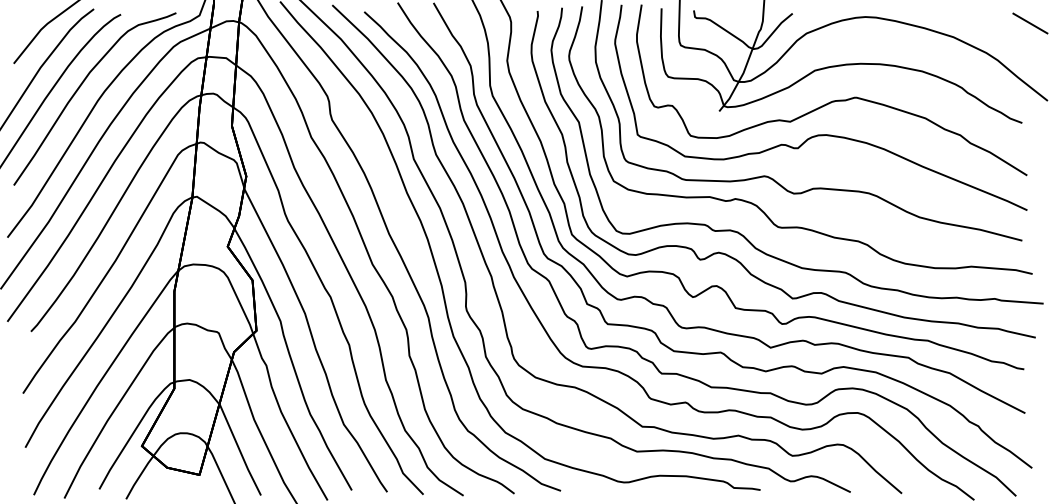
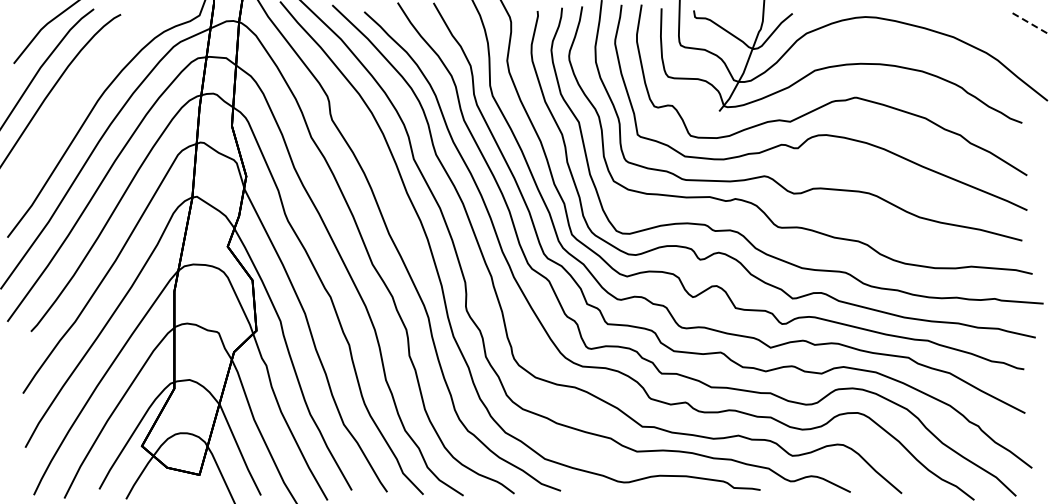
line at (1030, 23): solid -> dashed
curve at (80, 87): present -> none
